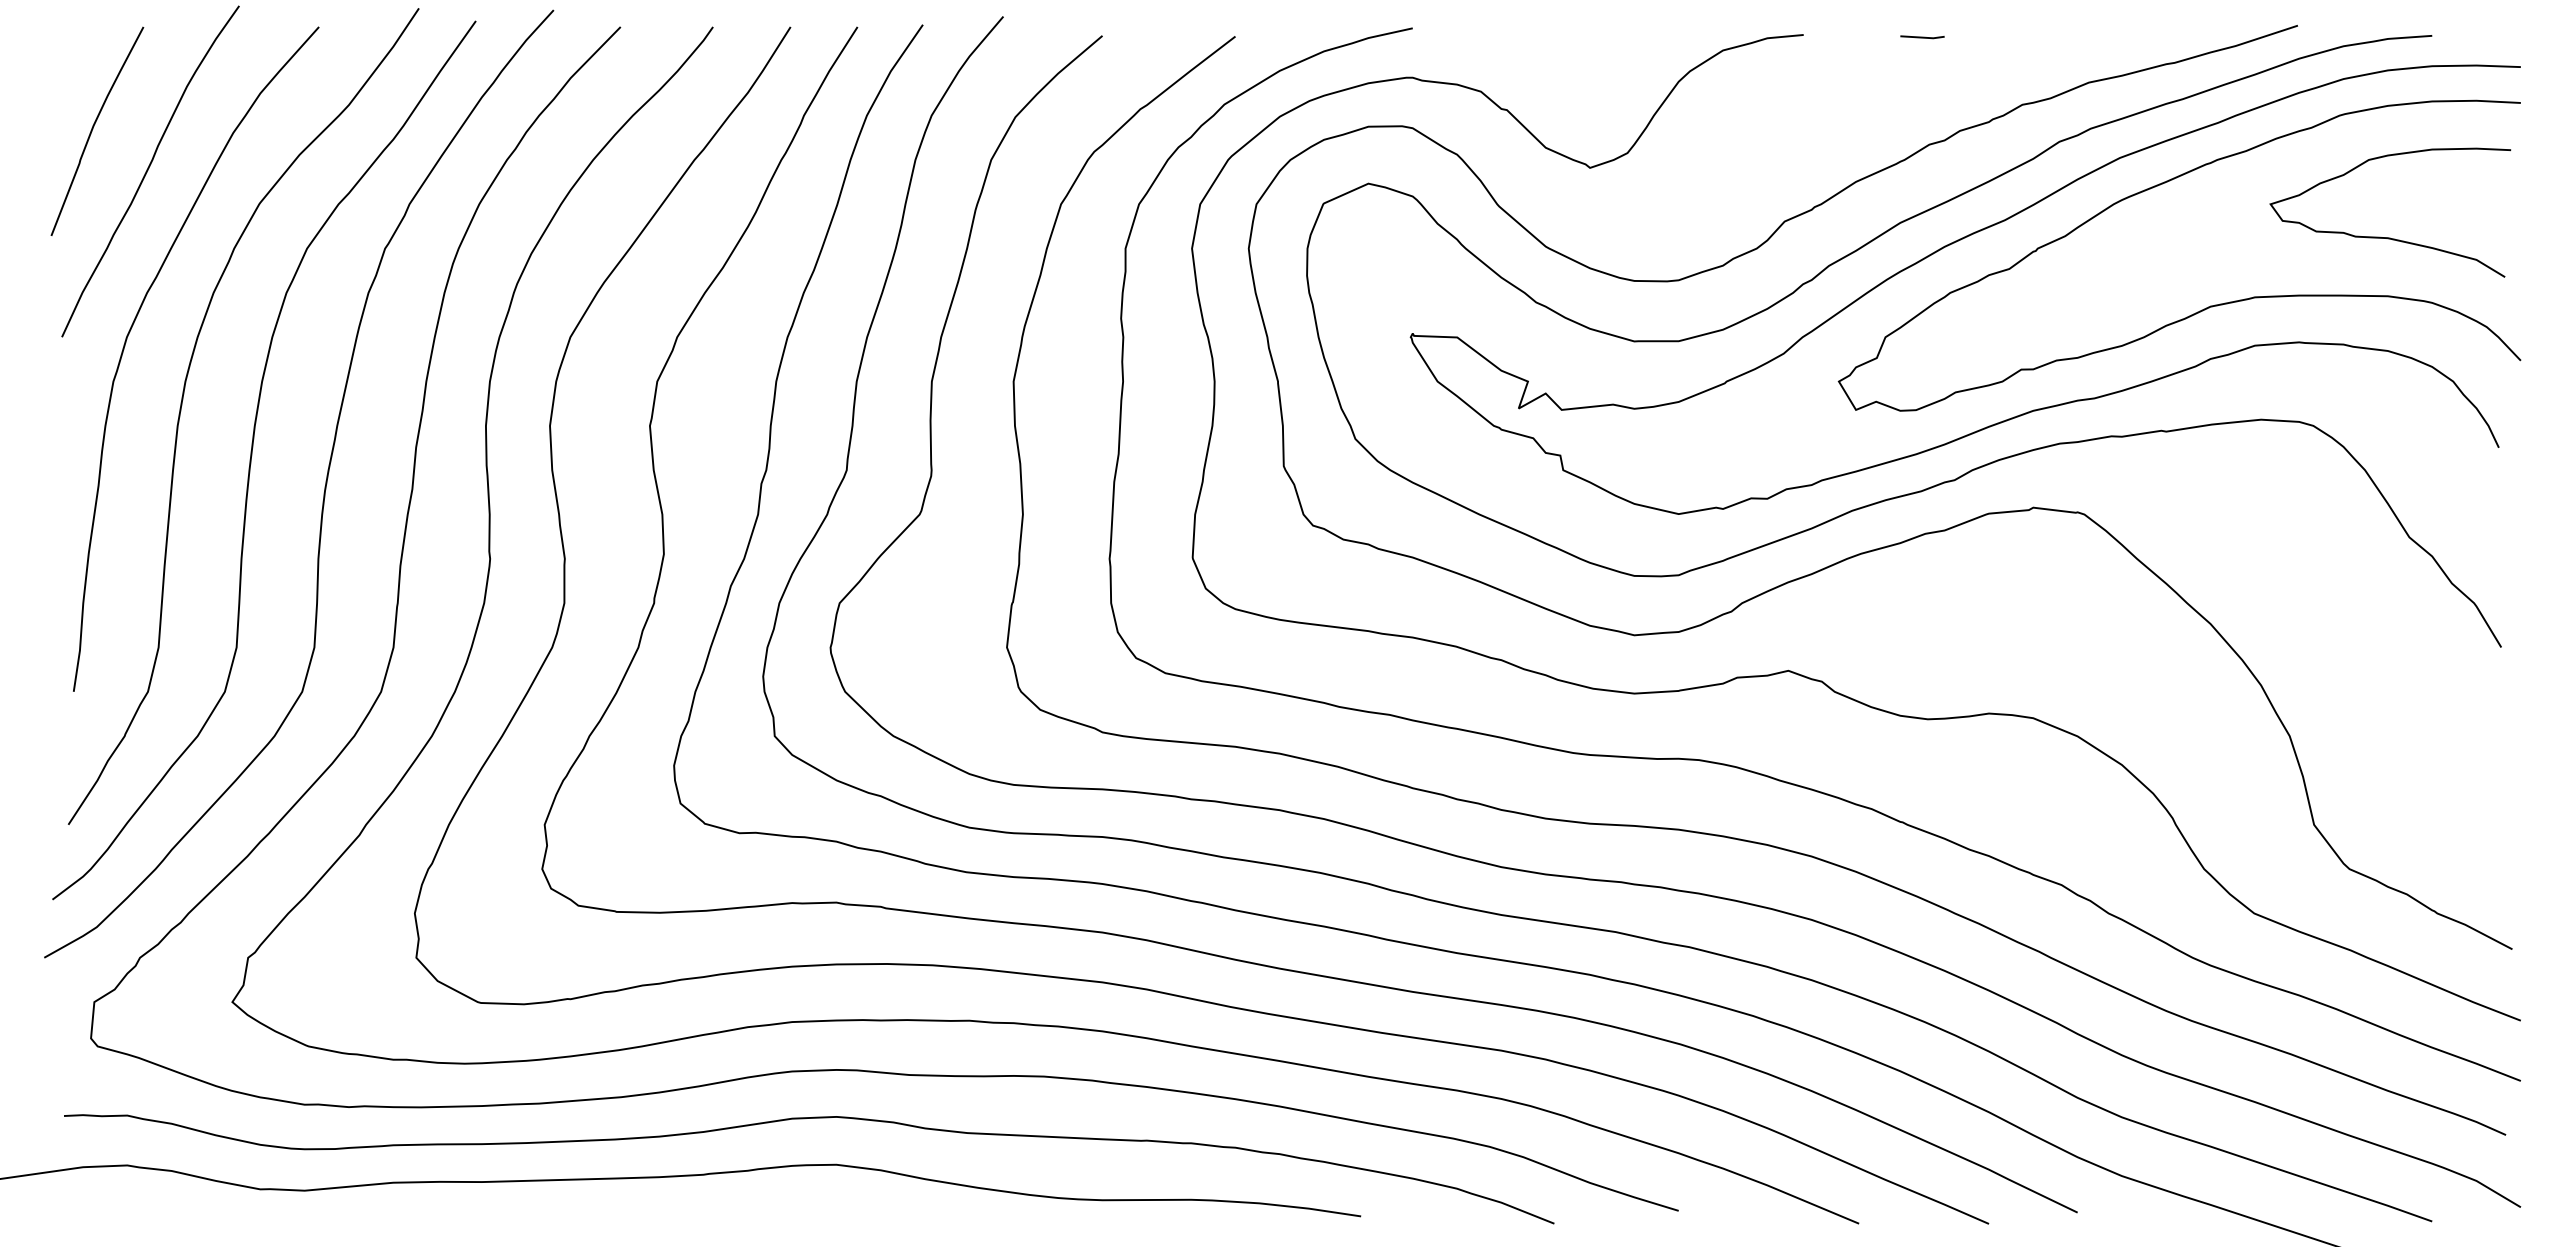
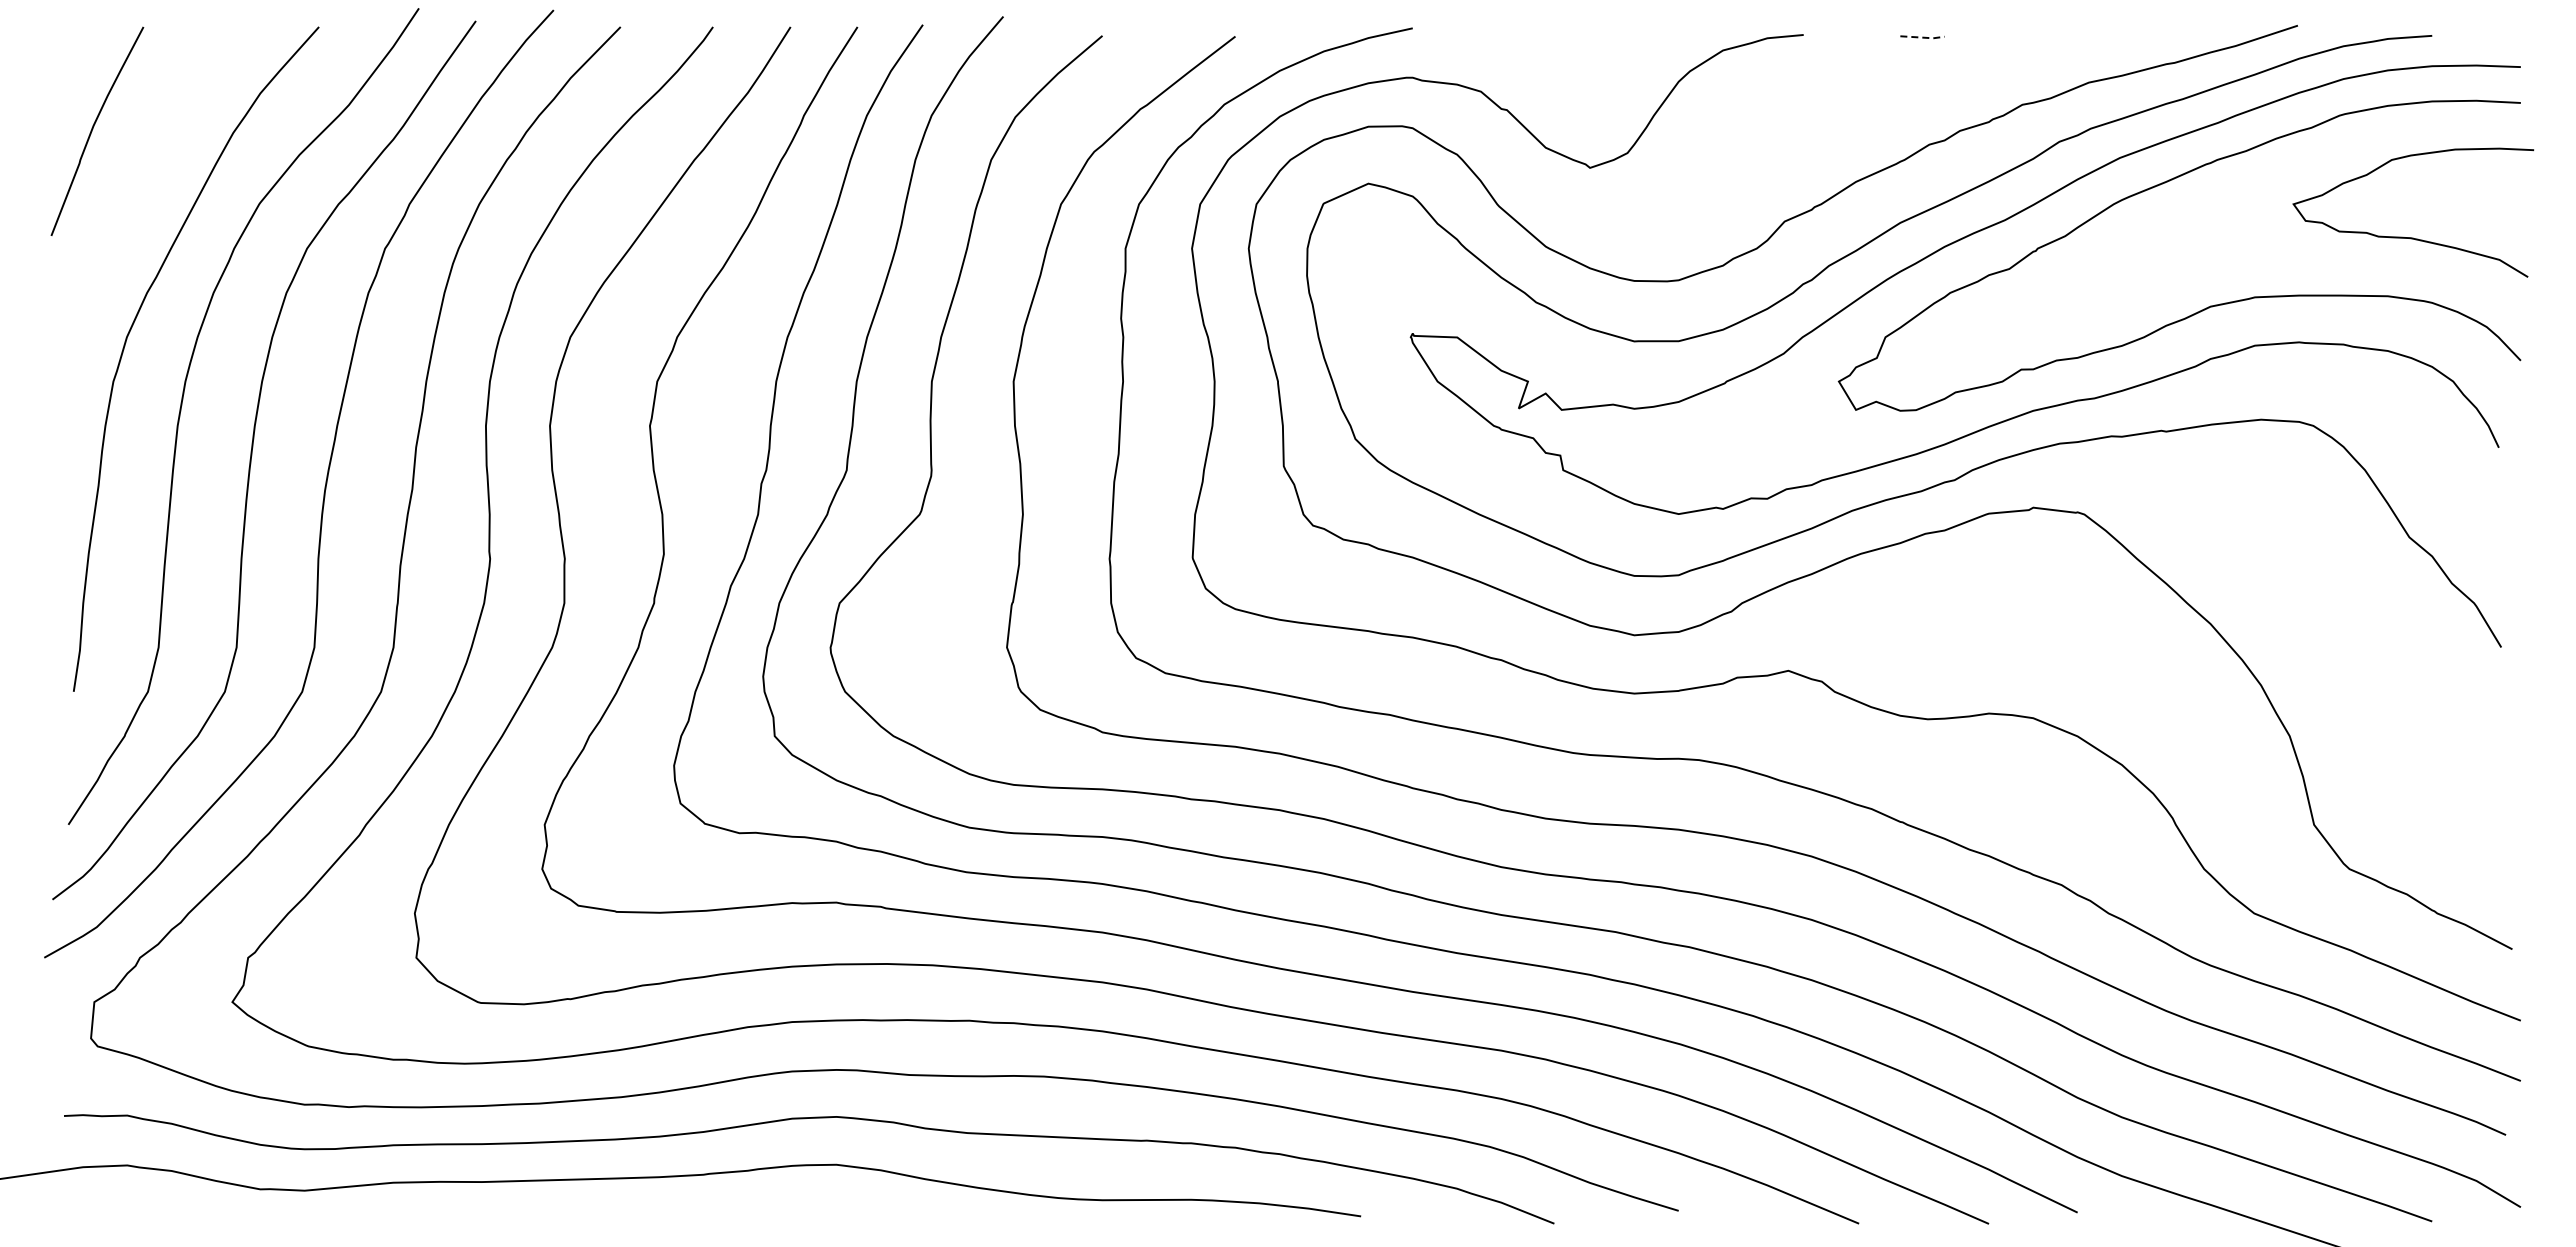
line at (1923, 37): solid -> dashed
curve at (148, 170): present -> none
curve at (2390, 237) position: (2390, 237) -> (2413, 237)
